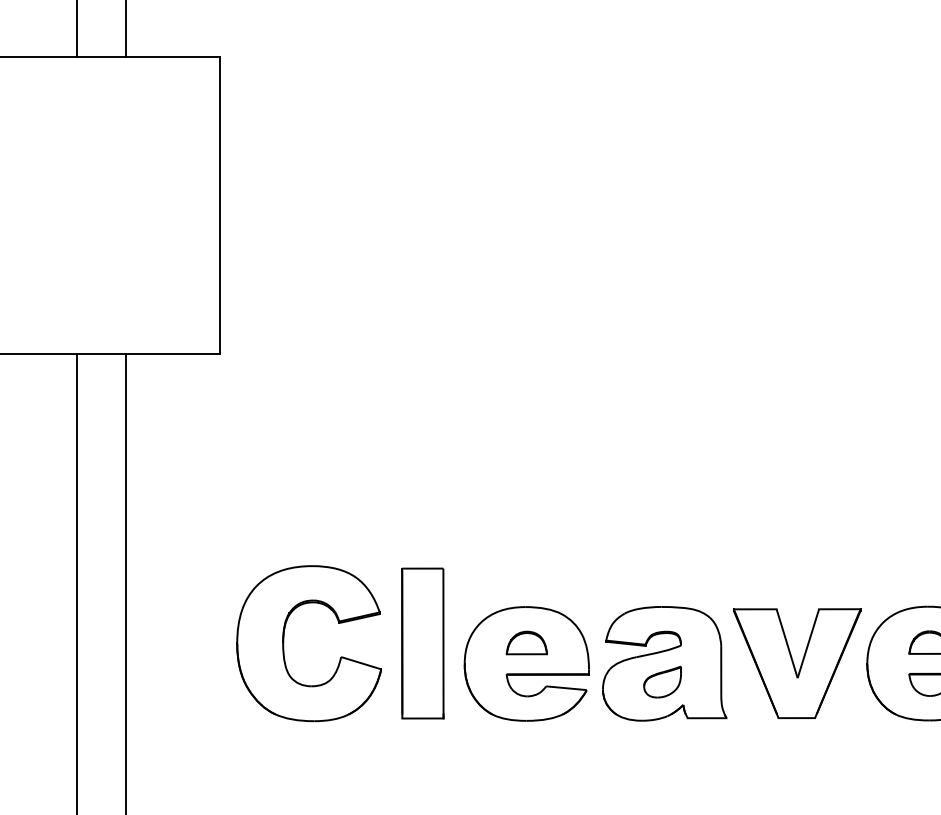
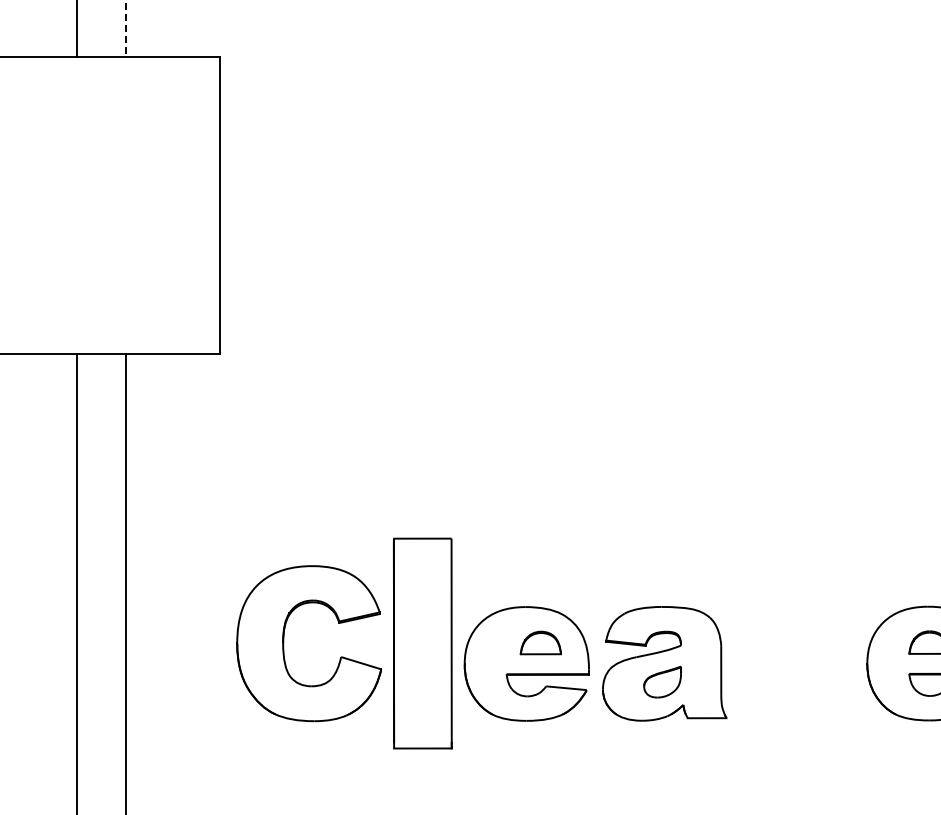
line at (126, 29): solid -> dashed
part at (526, 642) position: (526, 642) -> (540, 642)
part at (422, 643) size: 44x153 px -> 60x213 px
part at (797, 663): present -> none
